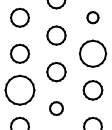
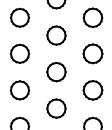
part at (92, 17) size: 14x14 px -> 22x21 px
part at (93, 53) size: 29x29 px -> 22x22 px
part at (19, 89) size: 32x32 px -> 20x21 px
part at (56, 108) size: 15x15 px -> 21x21 px
